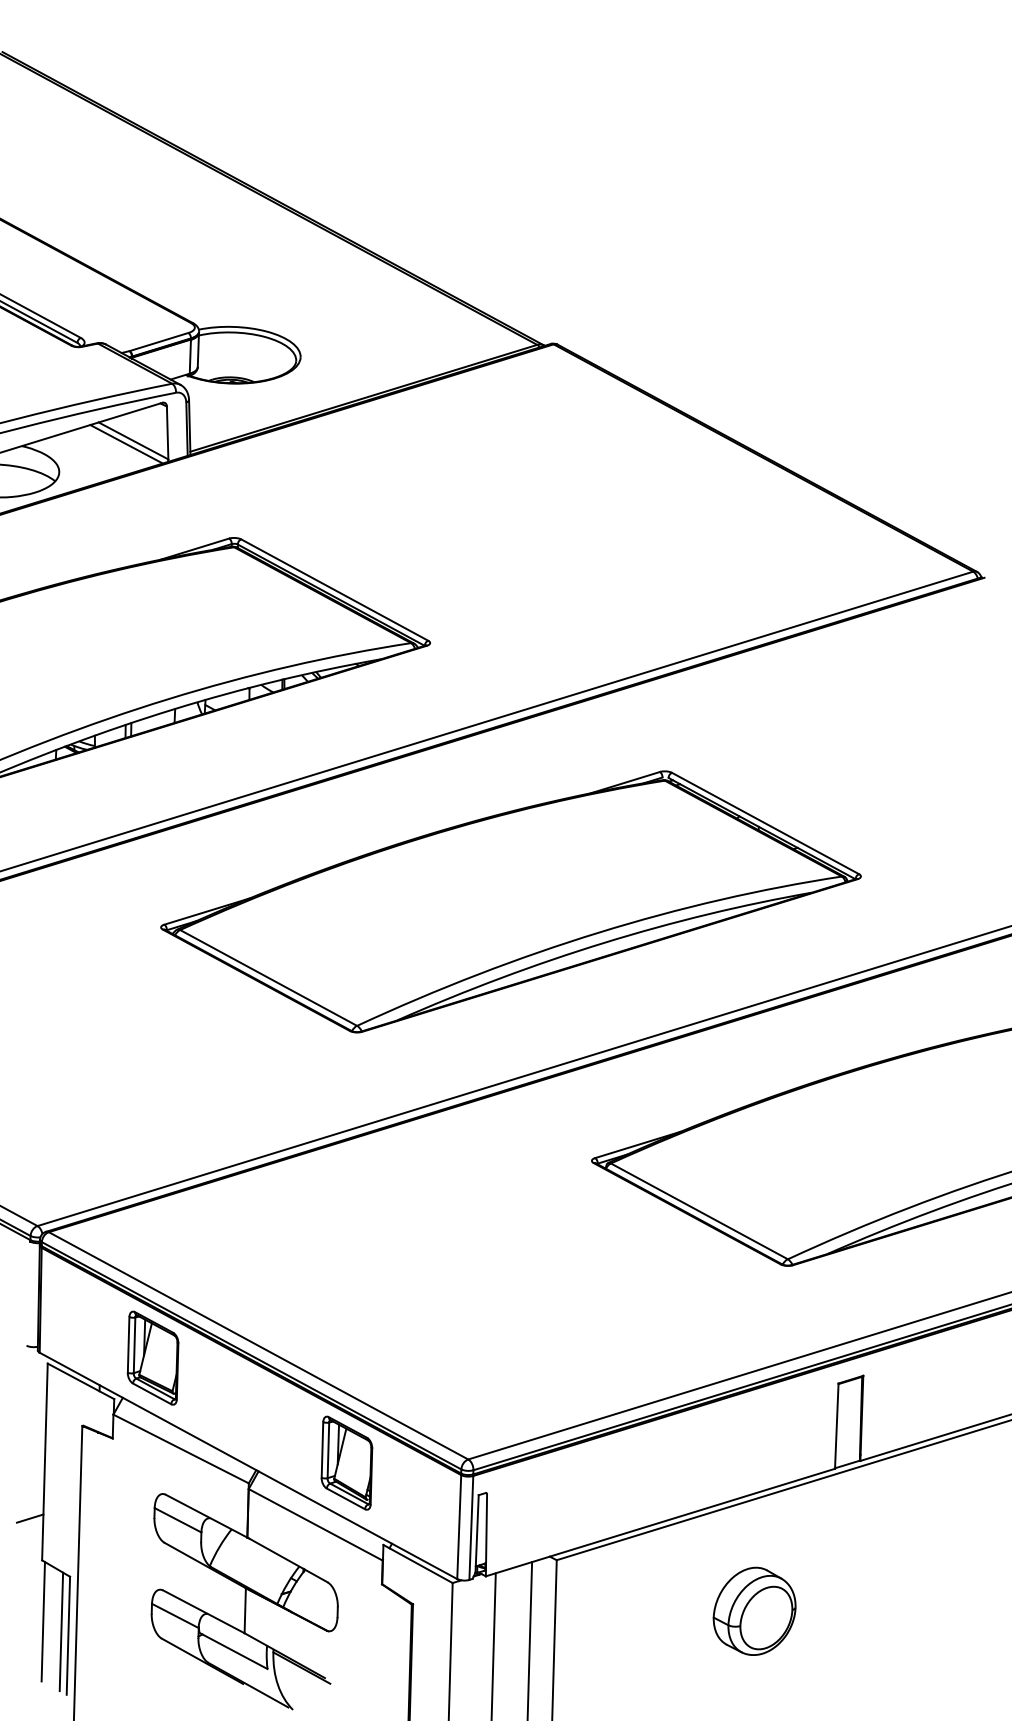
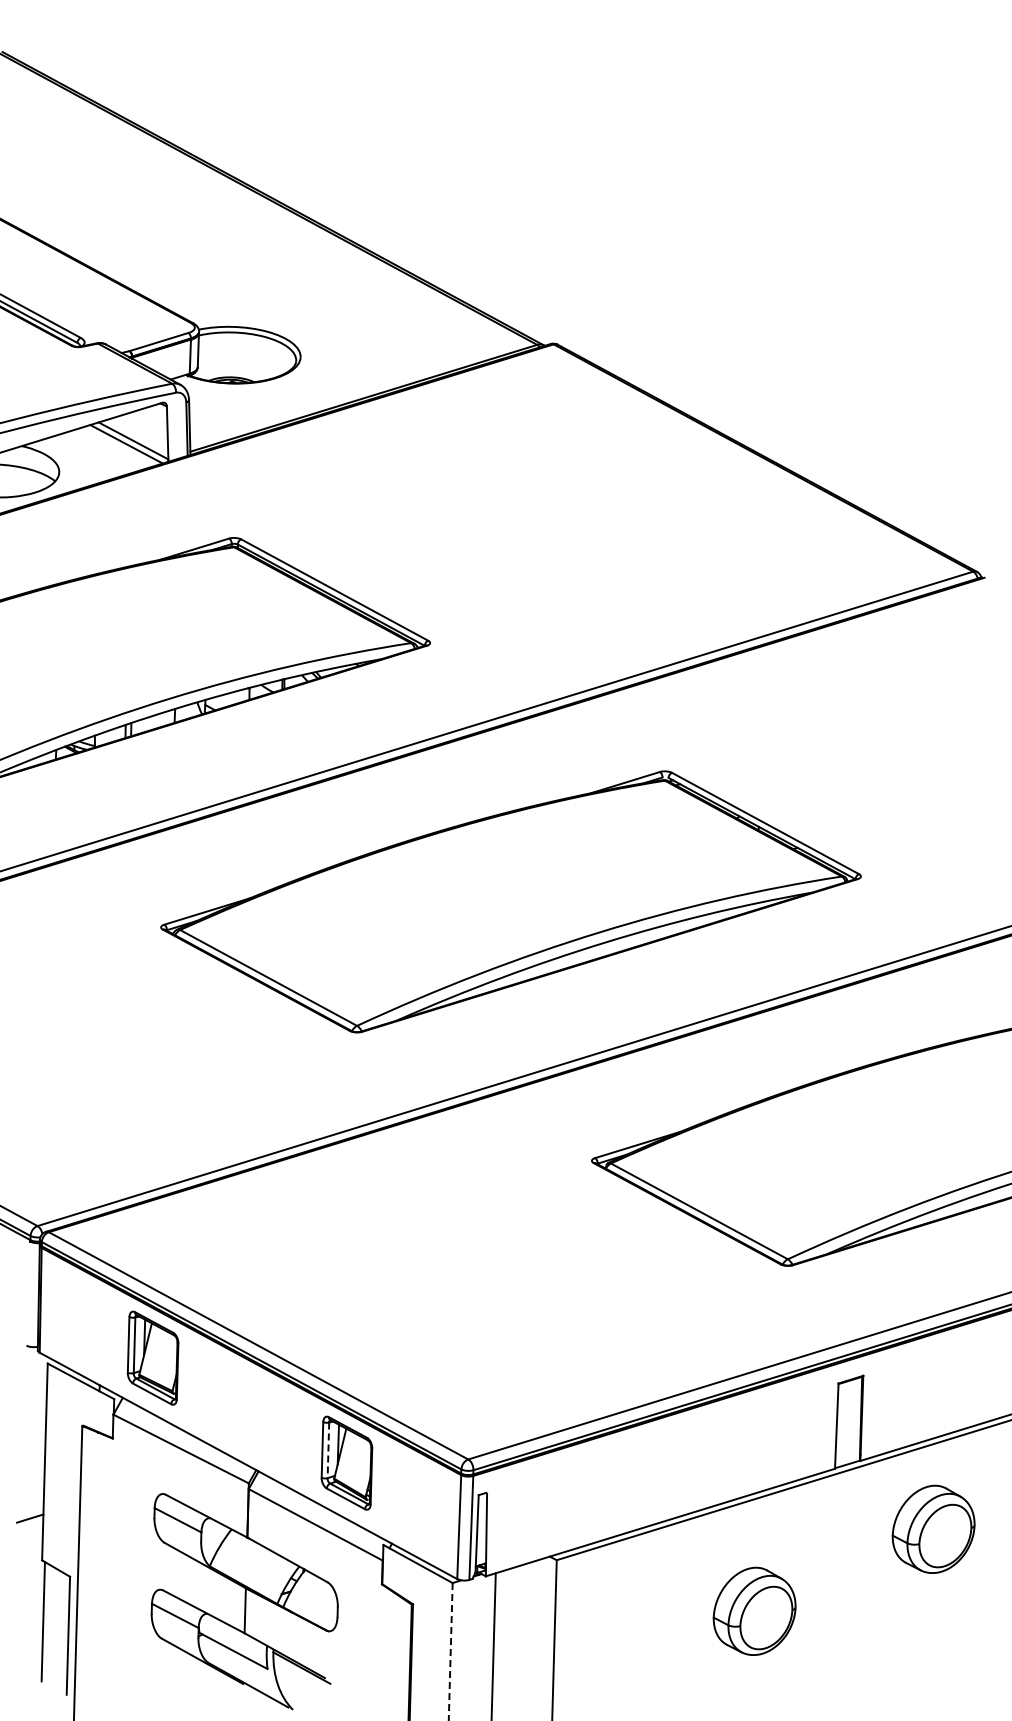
line at (328, 1450): solid -> dashed
part at (933, 1528): none -> present
line at (61, 1631): present -> none
line at (529, 1639): present -> none
line at (450, 1651): solid -> dashed
